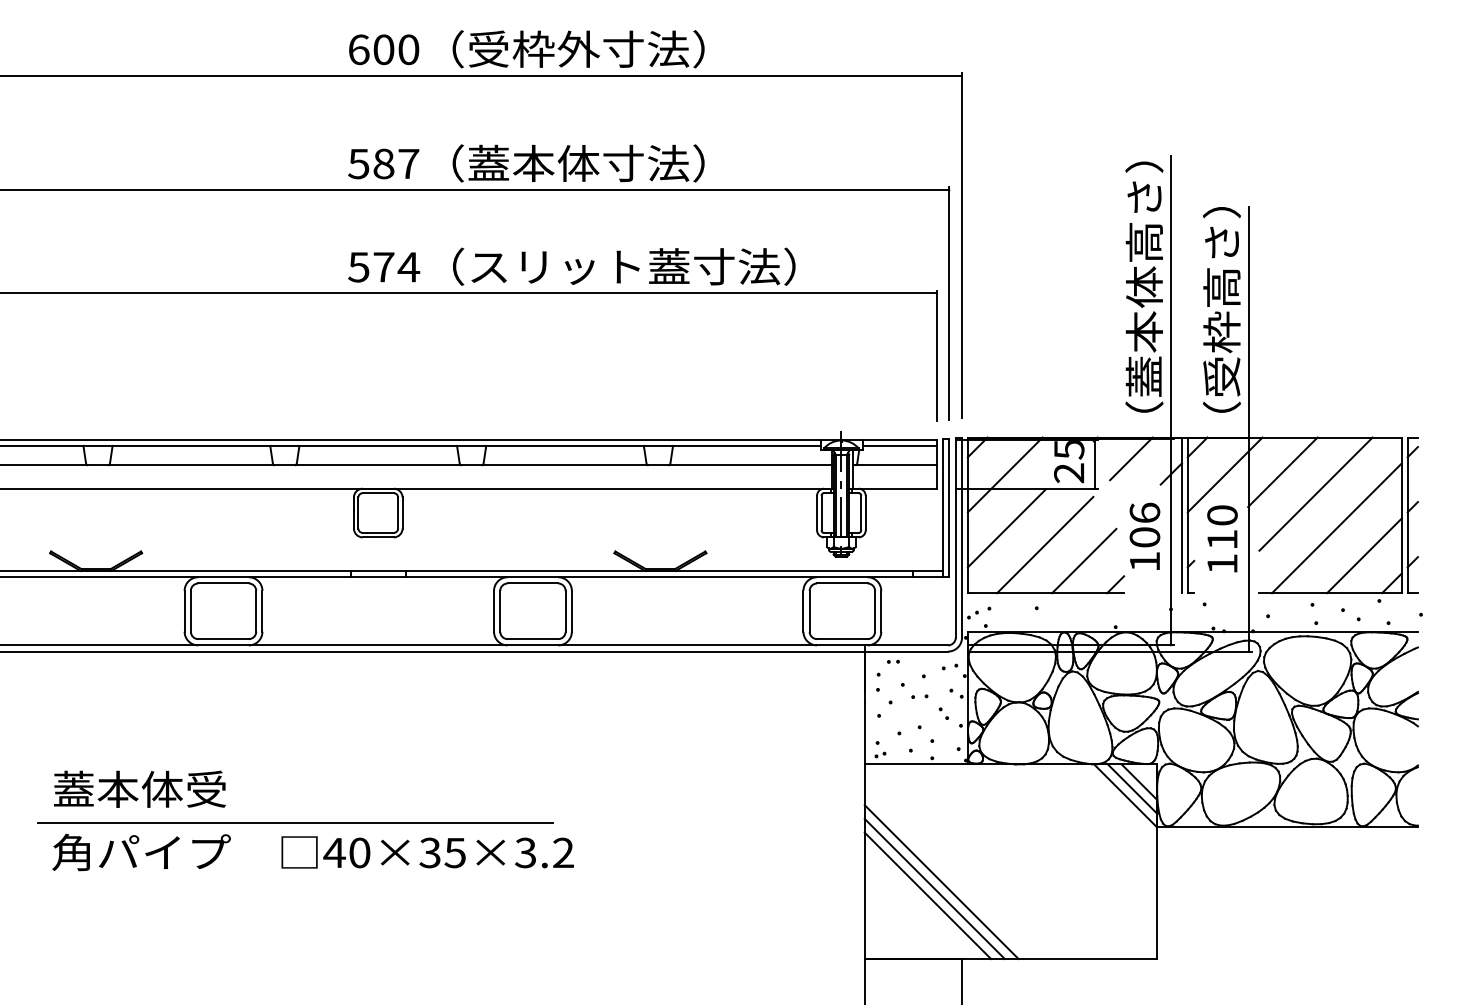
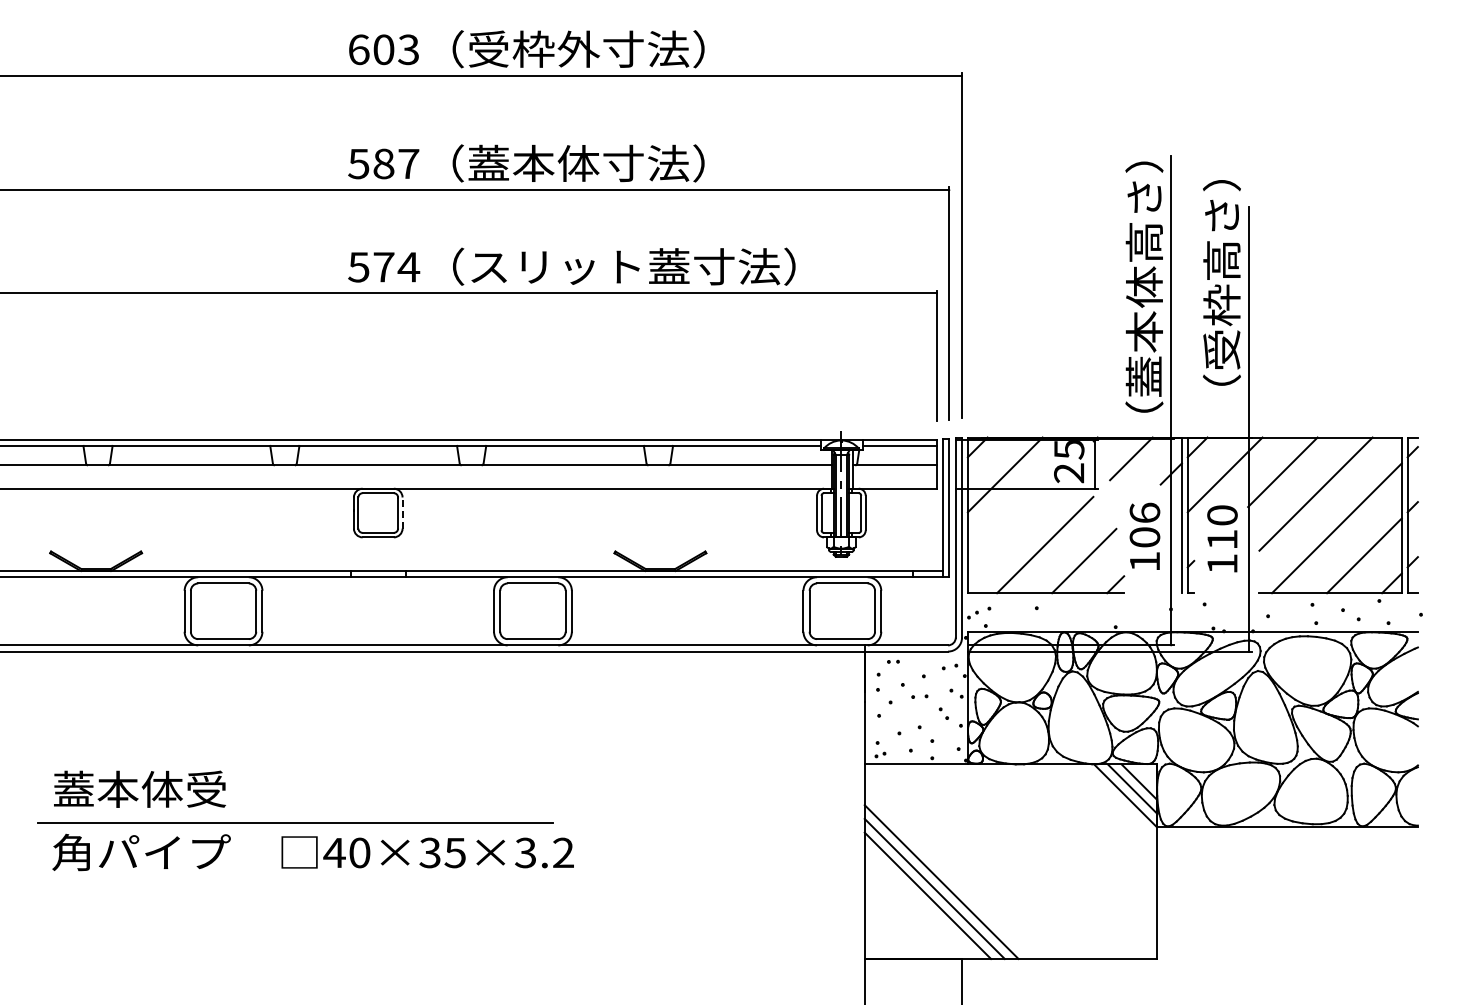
text at (408, 49): 600 -> 603
text at (1221, 309) position: (1221, 309) -> (1221, 282)
line at (402, 513): solid -> dashed
line at (1006, 528): present -> none
